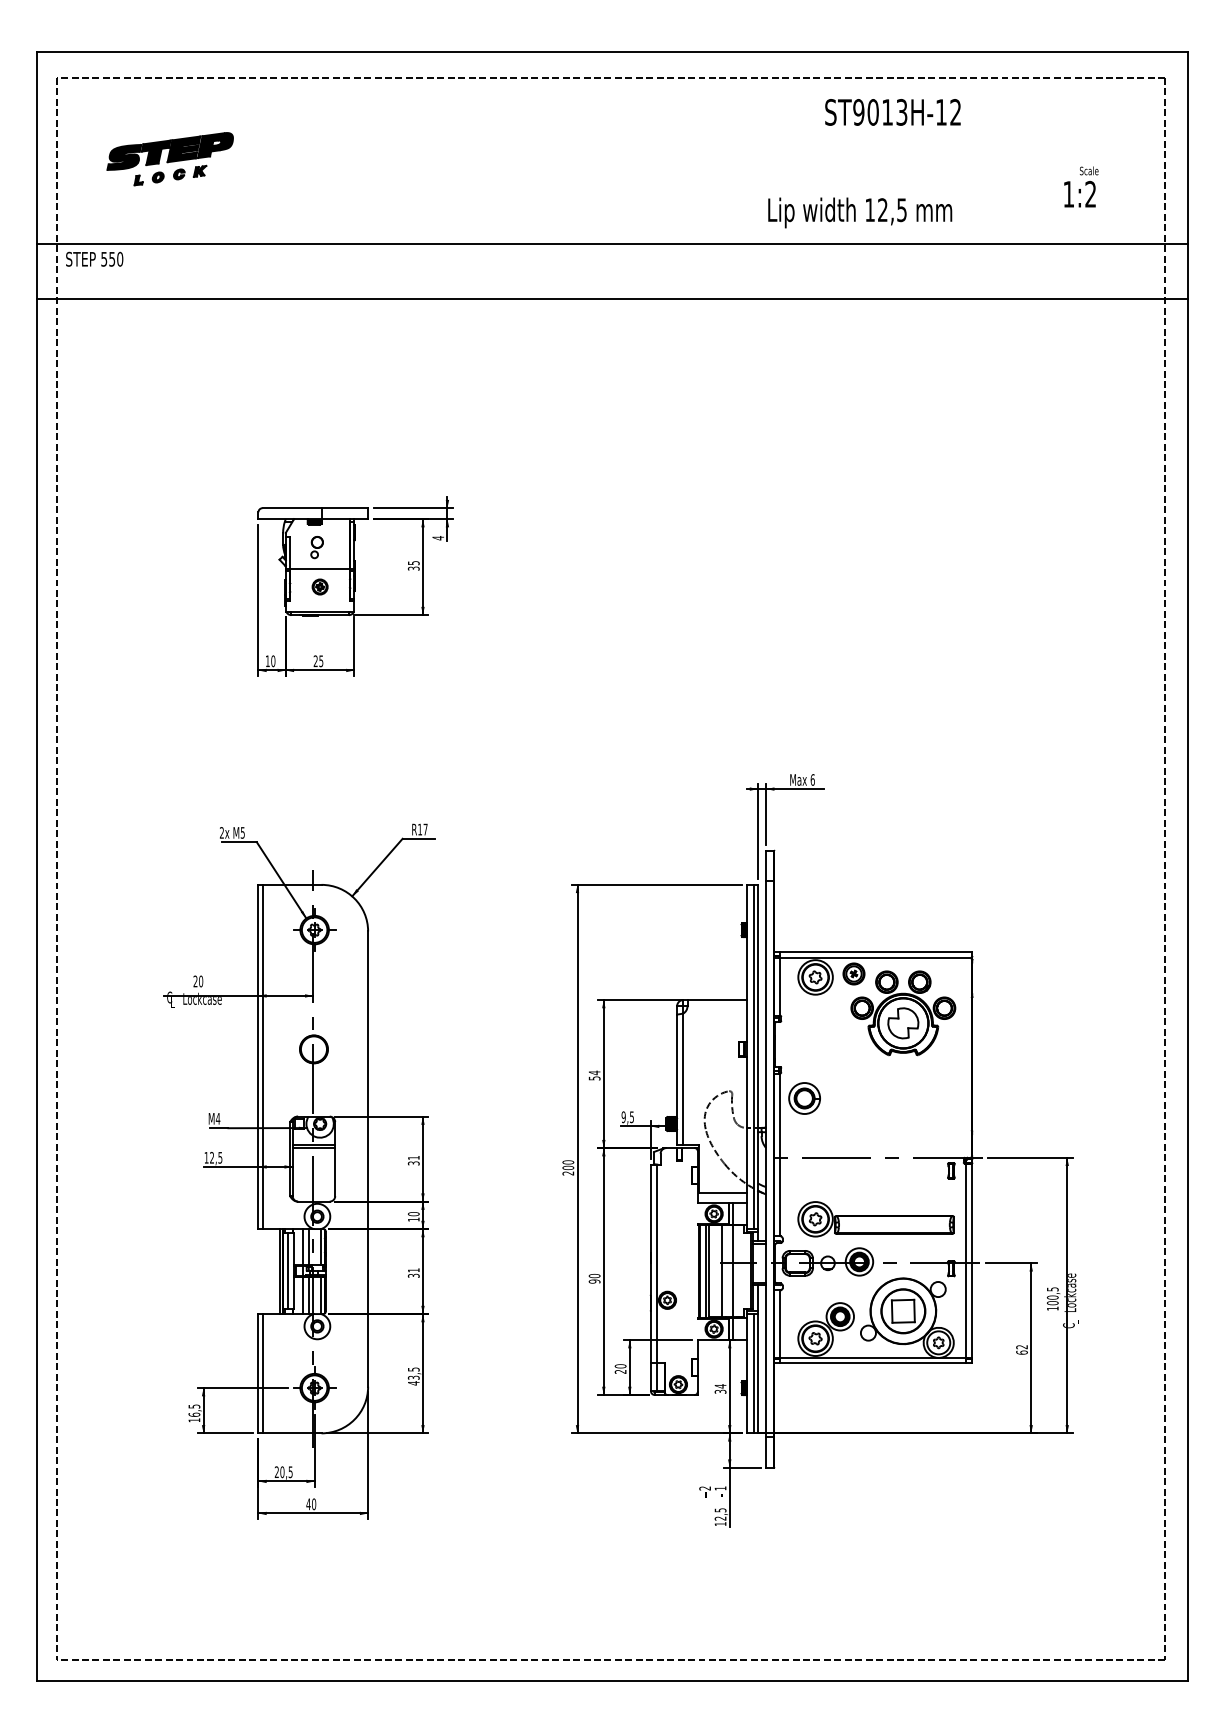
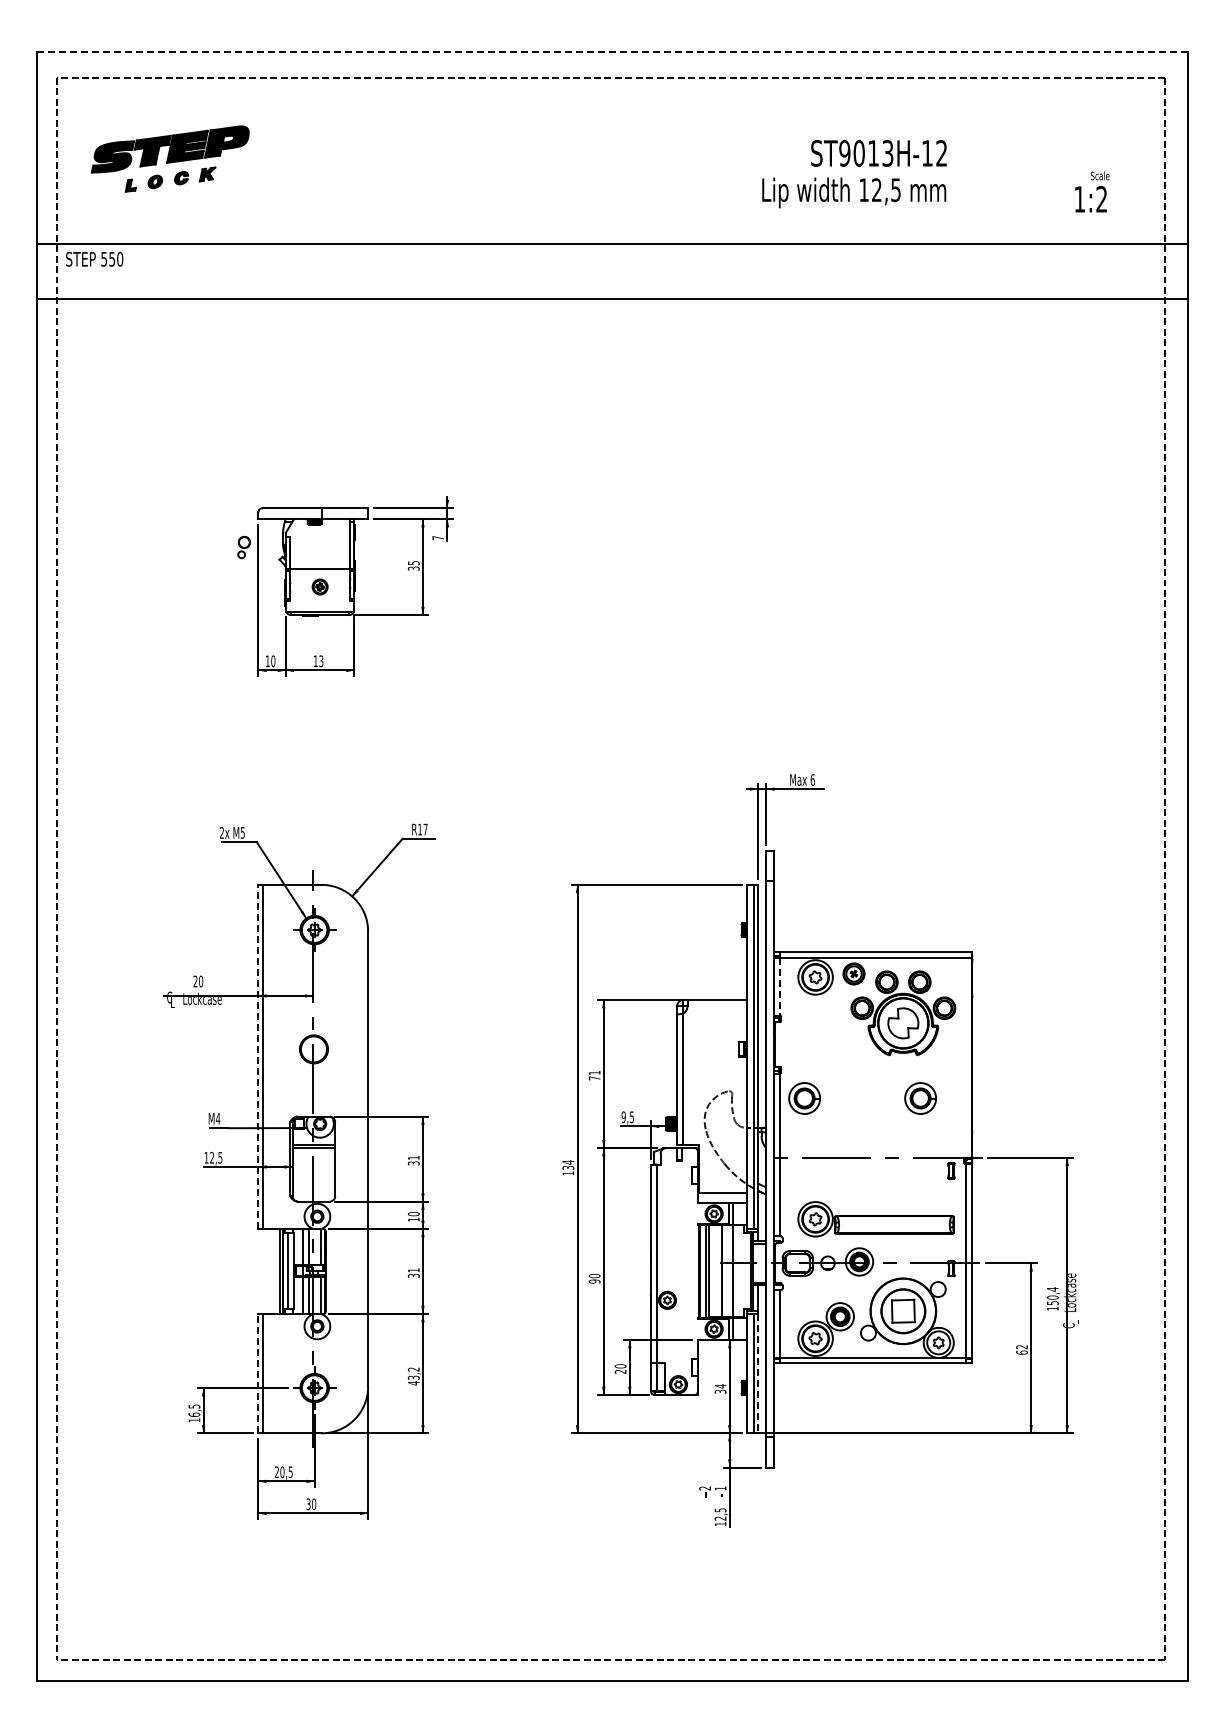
line at (612, 51): solid -> dashed
text at (892, 112) position: (892, 112) -> (878, 153)
part at (169, 159) size: 128x55 px -> 160x68 px
text at (1081, 186) position: (1081, 186) -> (1092, 191)
text at (860, 212) position: (860, 212) -> (854, 192)
text at (437, 538): 4 -> 7
part at (316, 547) position: (316, 547) -> (243, 547)
text at (318, 660): 25 -> 13
line at (779, 987): solid -> dashed
line at (258, 1056): solid -> dashed
text at (594, 1075): 54 -> 71
part at (920, 1098): none -> present
text at (568, 1167): 200 -> 134
text at (1052, 1296): 100,5 -> 150,4
text at (413, 1369): 43,5 -> 43,2
line at (258, 1373): solid -> dashed
line at (758, 1373): solid -> dashed
text at (308, 1504): 40 -> 30
